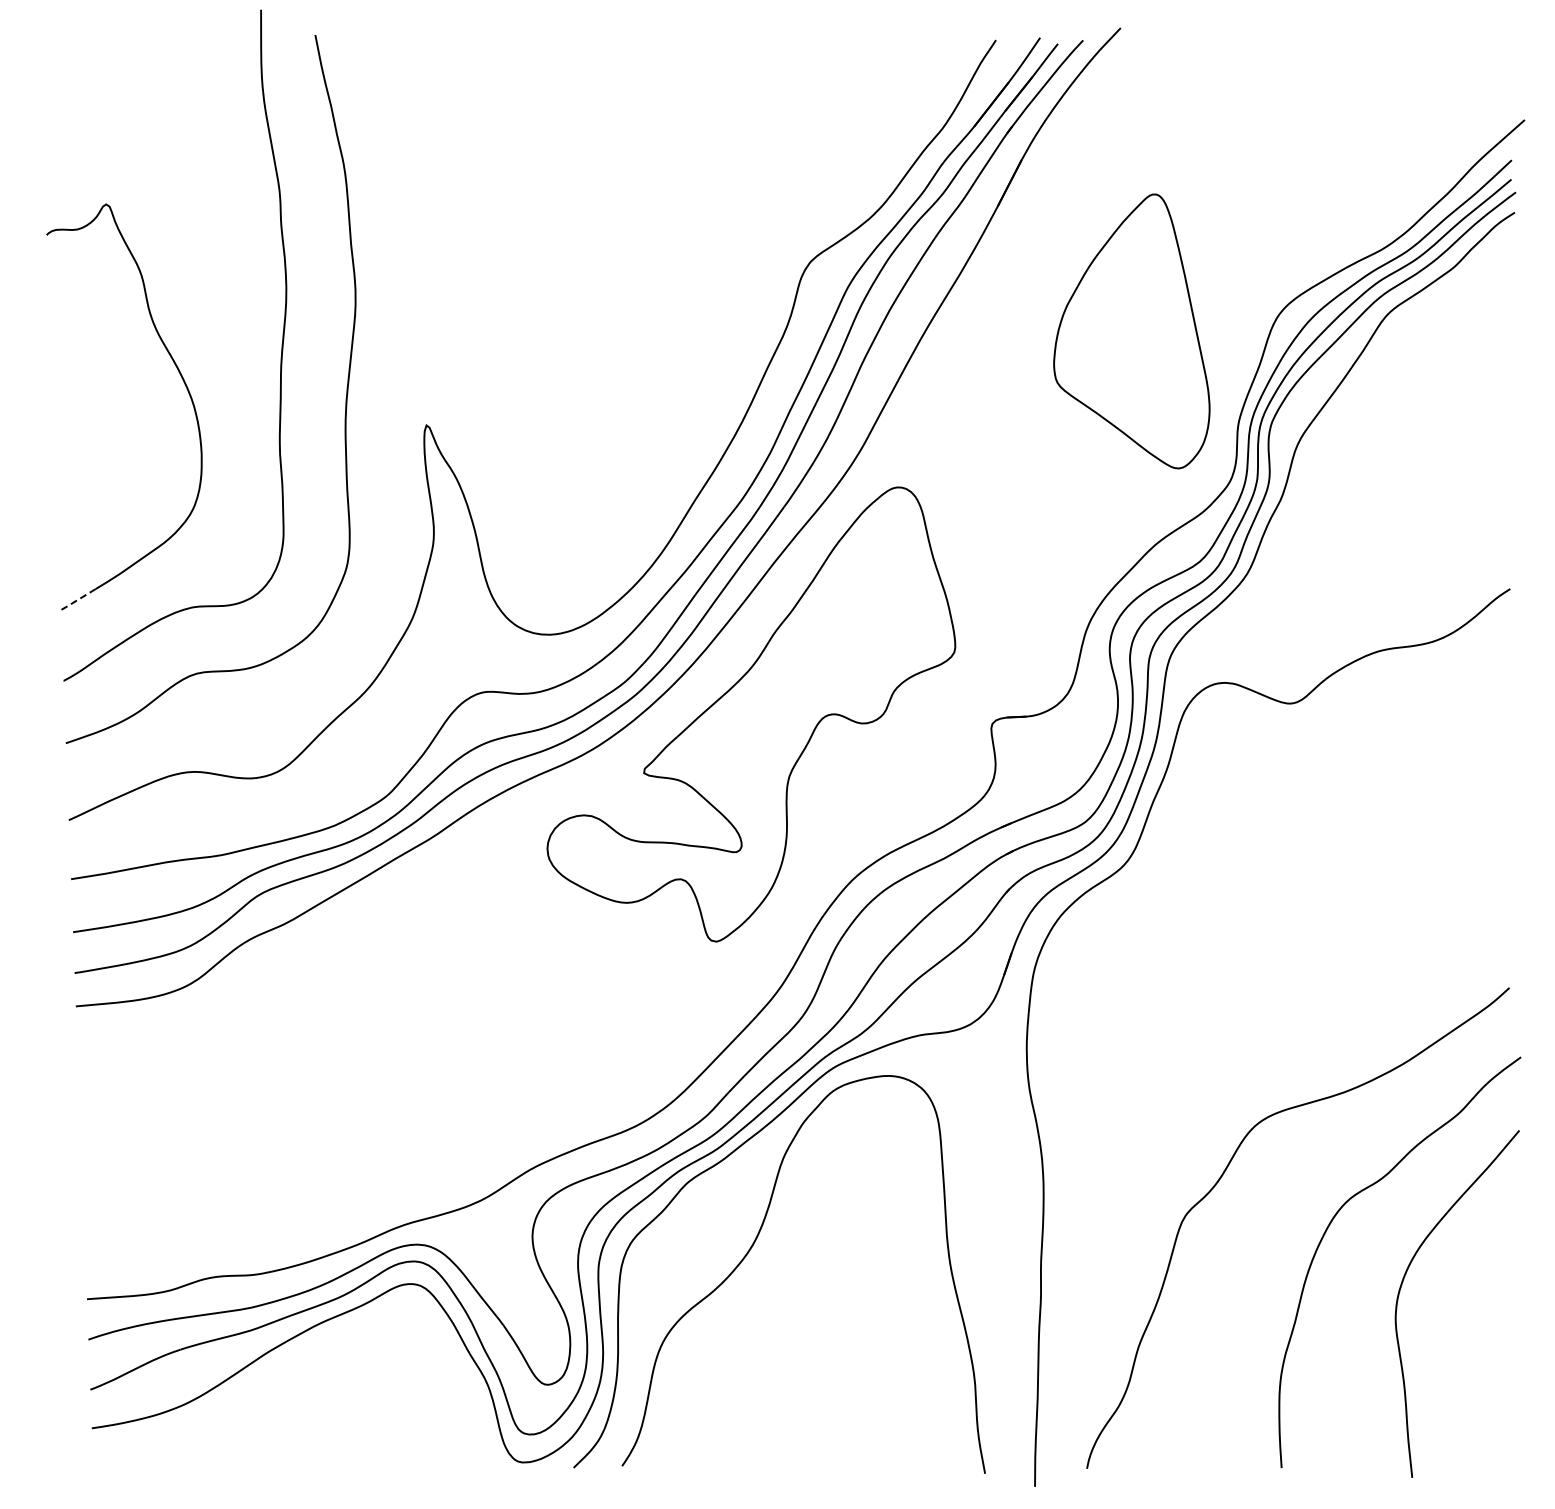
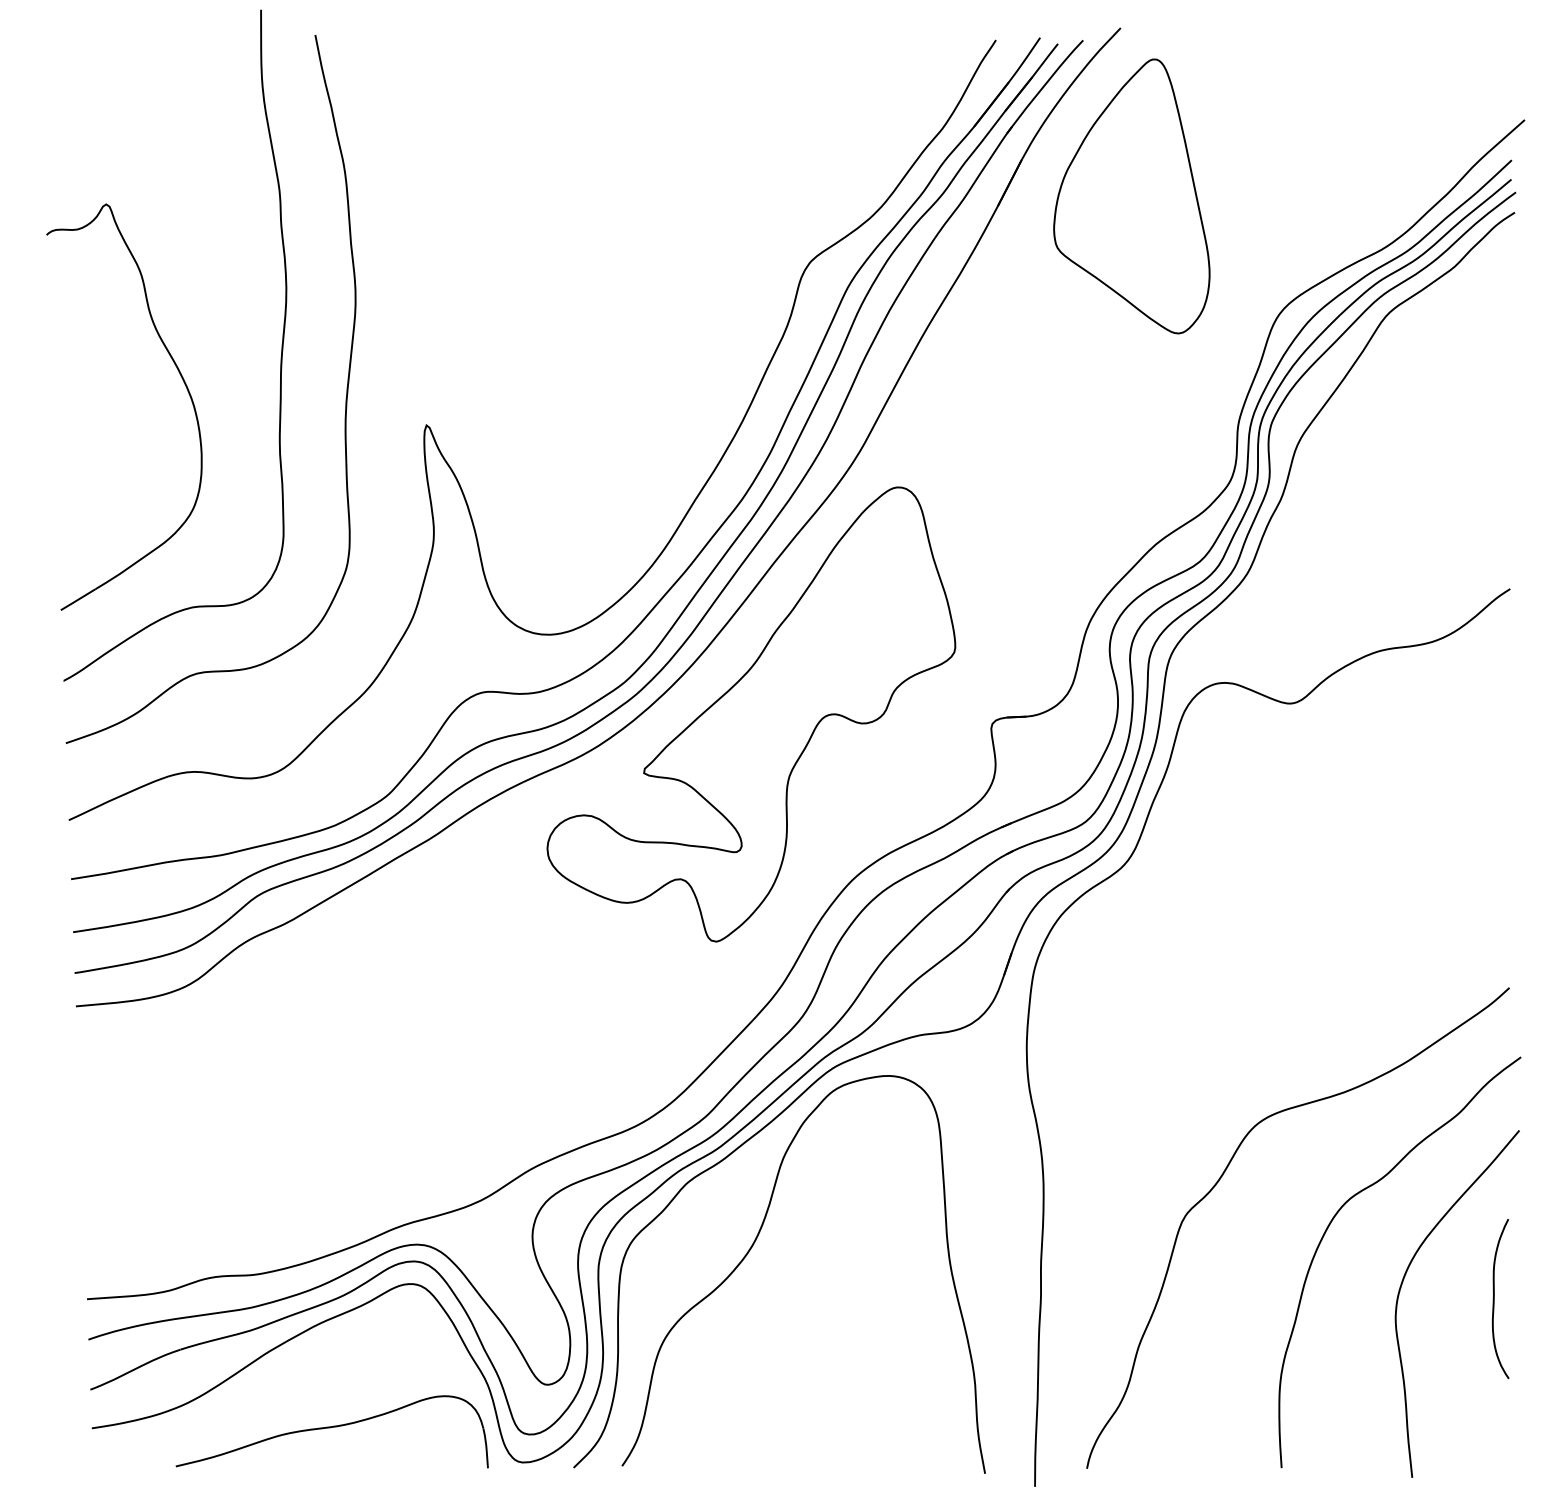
part at (1131, 331) position: (1131, 331) -> (1131, 196)
line at (77, 600): dashed -> solid
curve at (1494, 1299): none -> present
part at (331, 1431): none -> present
